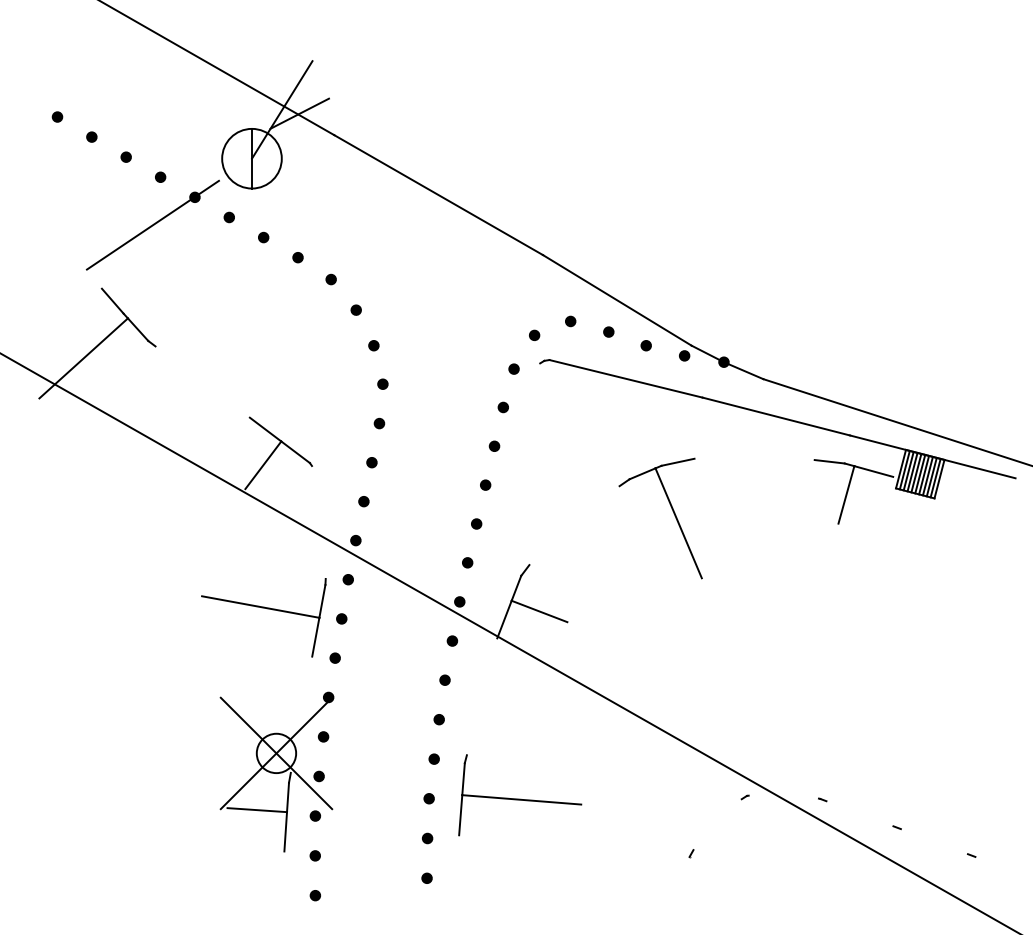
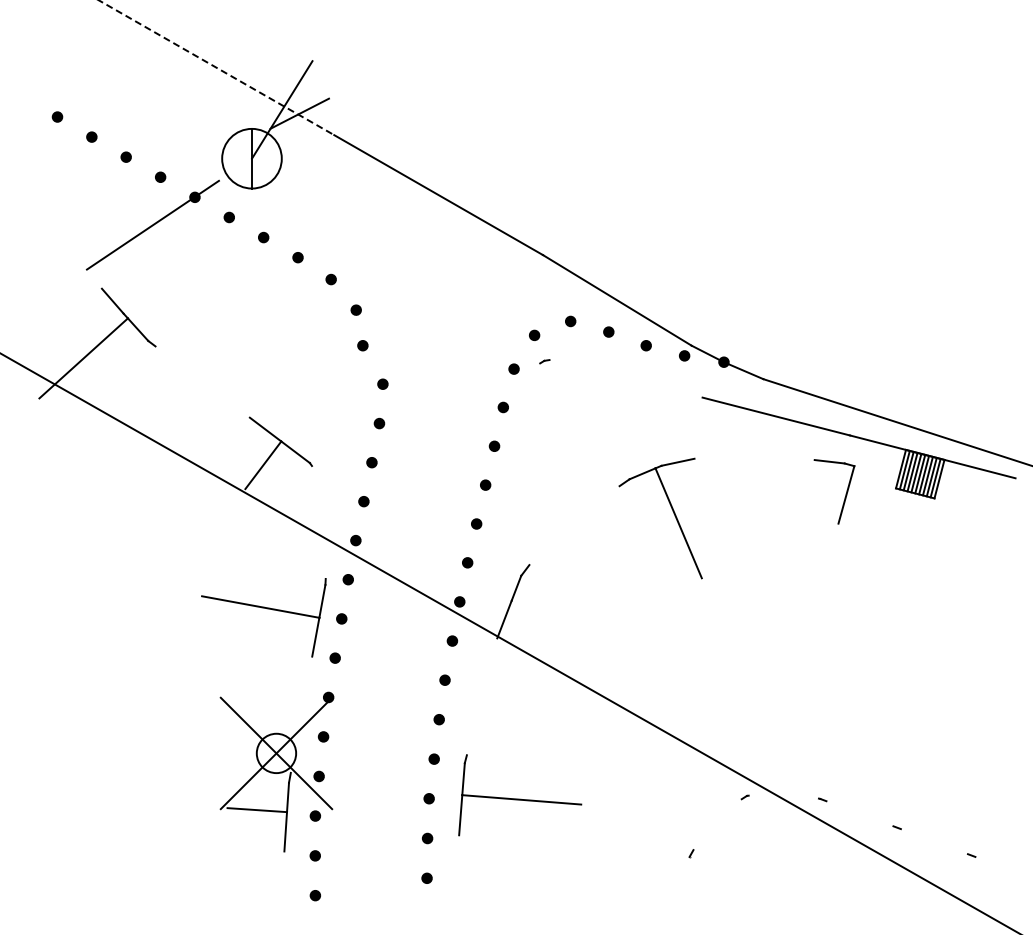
line at (216, 67): solid -> dashed
part at (373, 345) position: (373, 345) -> (362, 345)
line at (625, 378): present -> none
line at (873, 471): present -> none
line at (539, 611): present -> none
